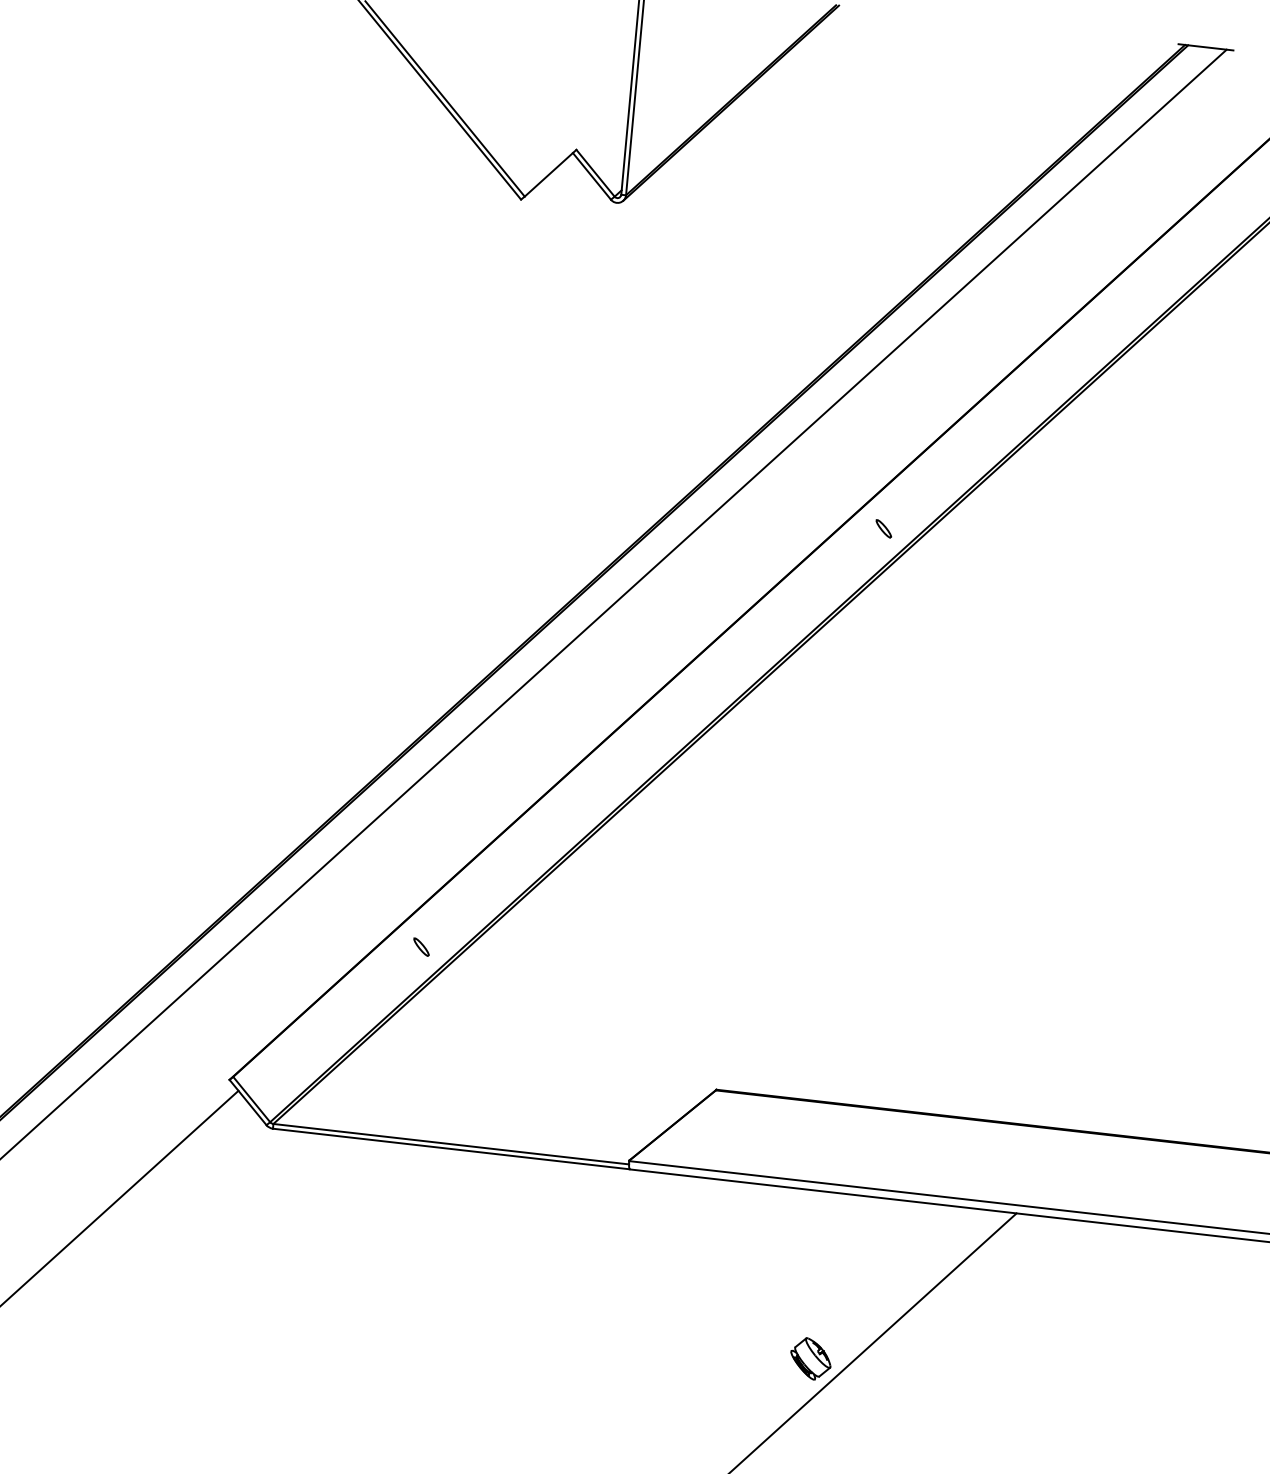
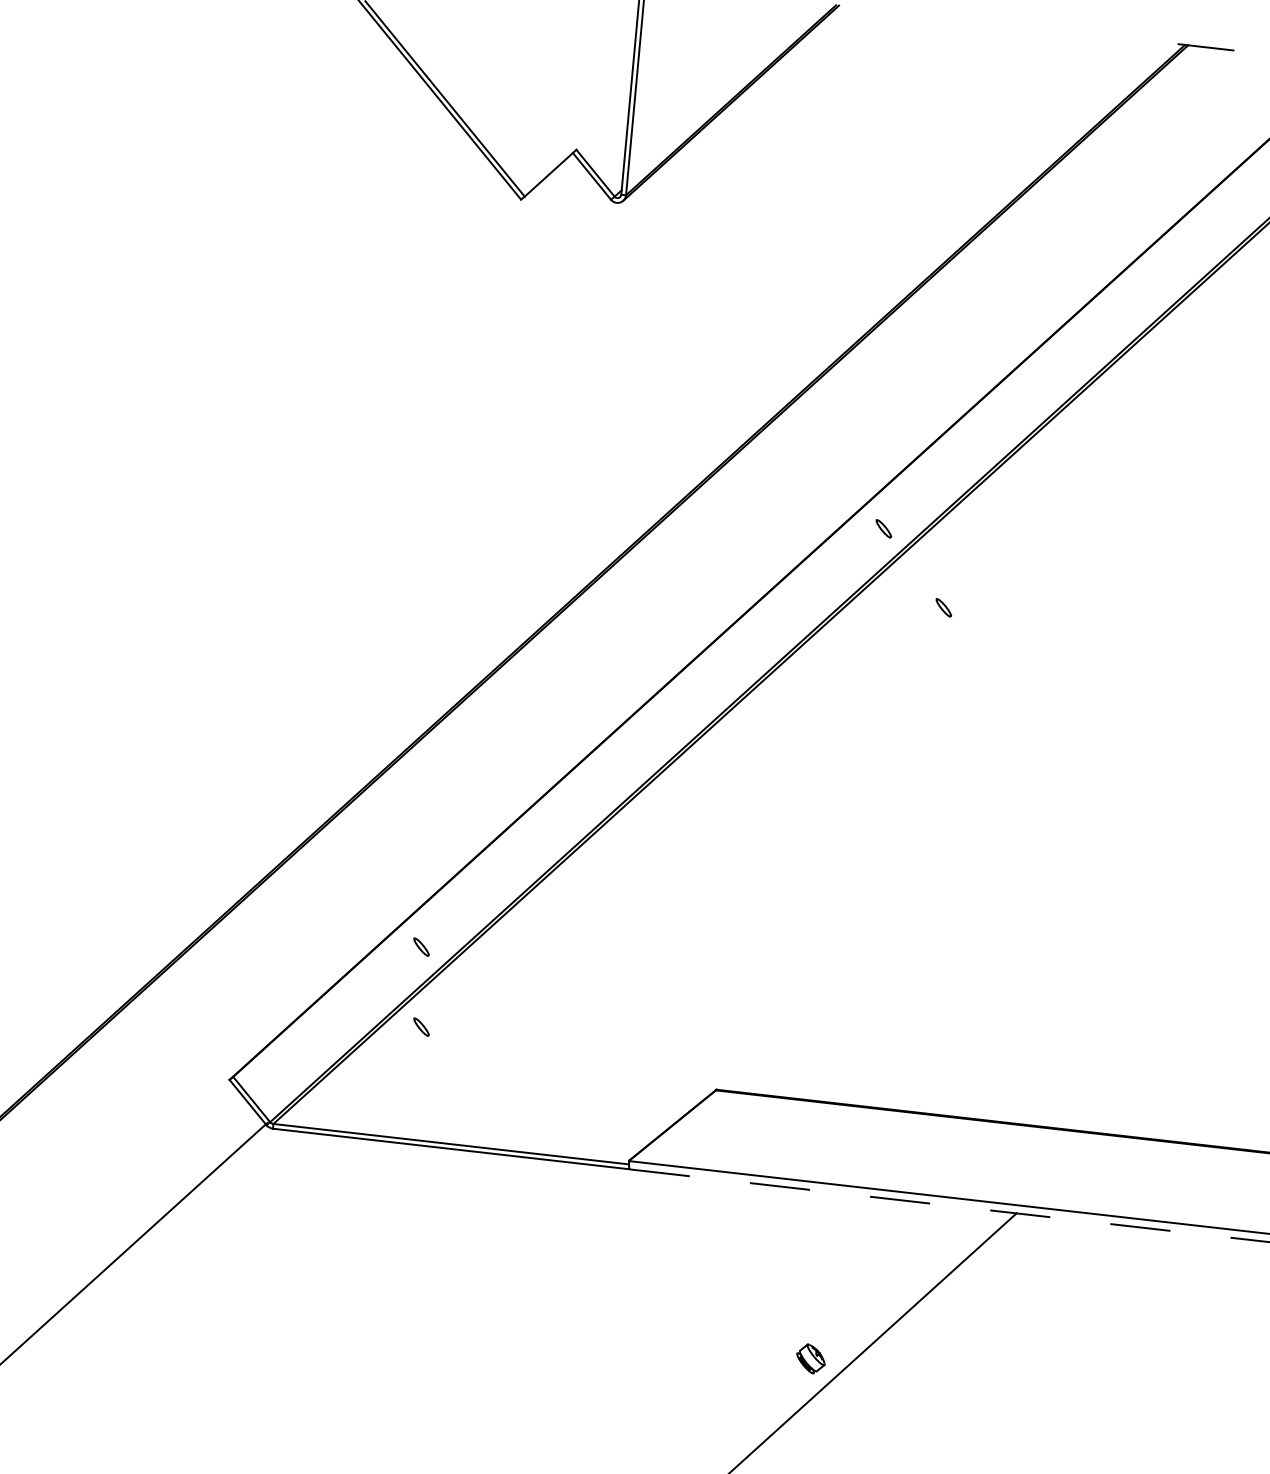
line at (614, 603): present -> none
part at (943, 607): none -> present
part at (421, 1026): none -> present
line at (120, 1197) position: (120, 1197) -> (134, 1242)
line at (949, 1205): solid -> dashed
part at (810, 1358) size: 42x44 px -> 30x32 px
